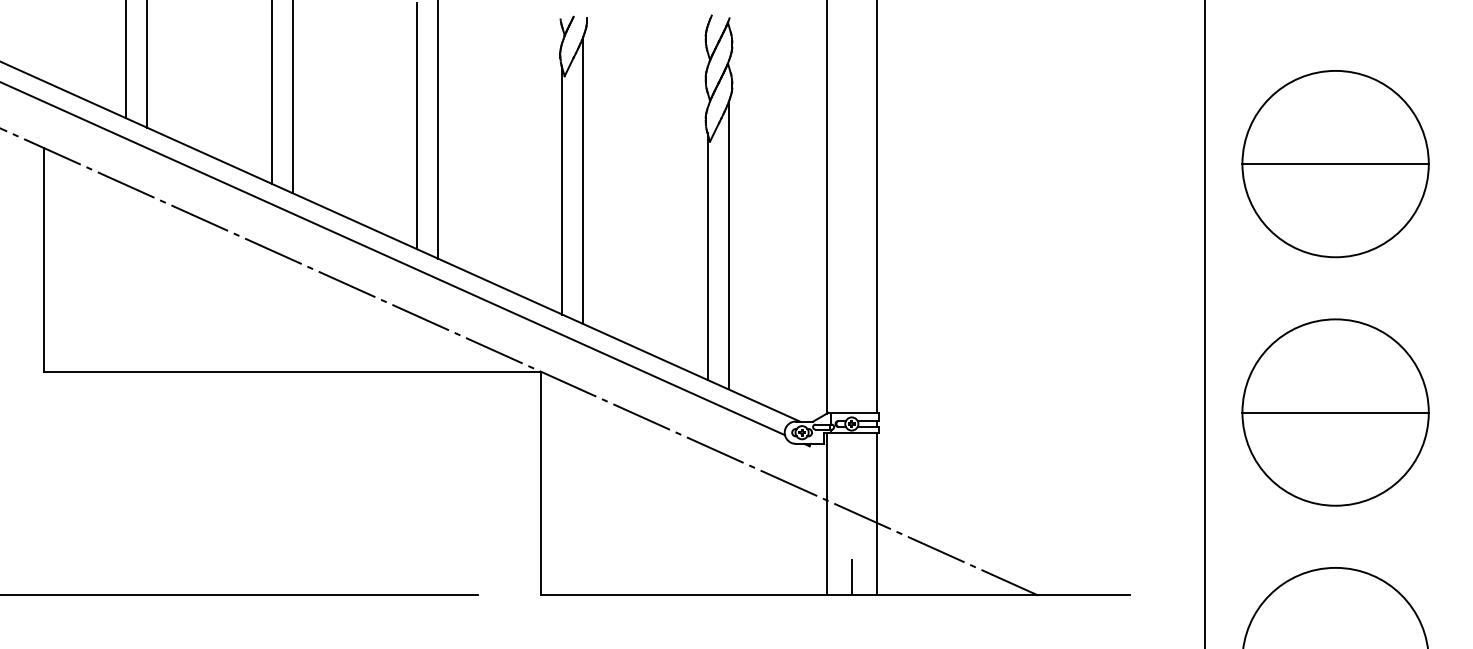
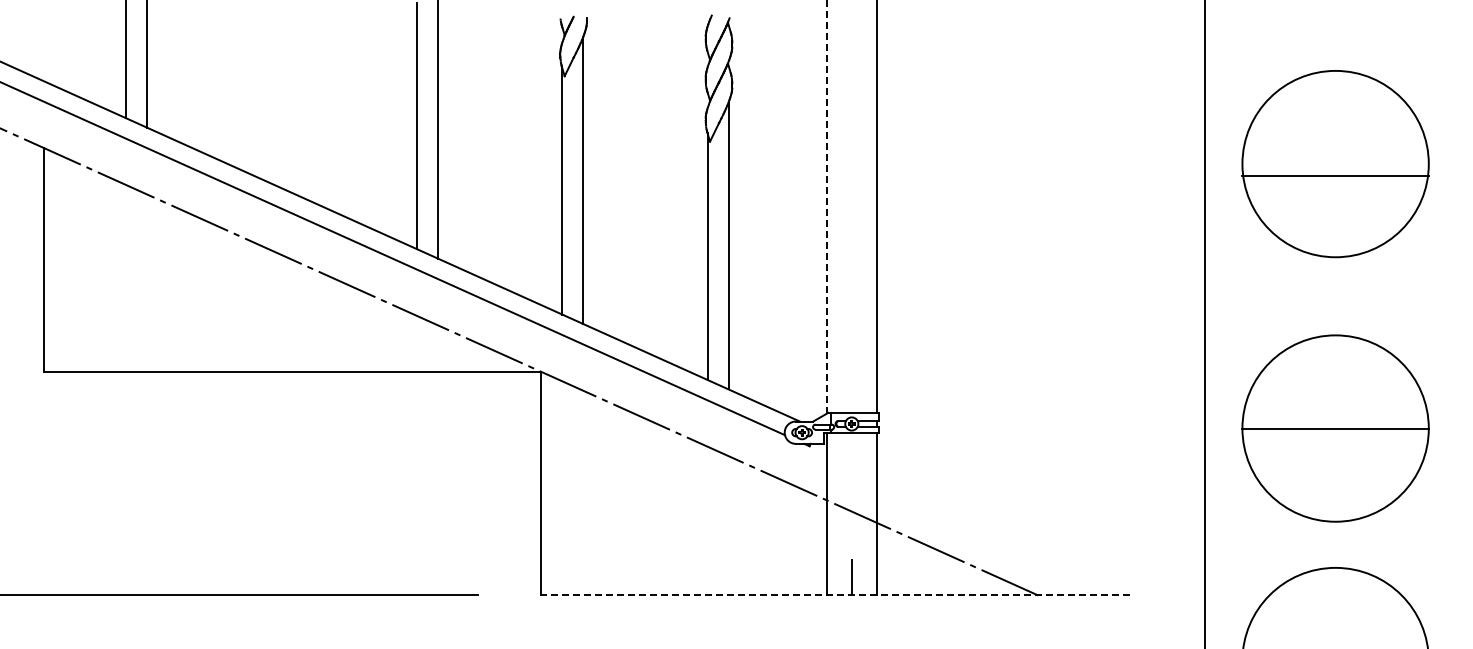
line at (271, 92): present -> none
line at (292, 97): present -> none
line at (1335, 164) position: (1335, 164) -> (1335, 176)
line at (826, 206): solid -> dashed
part at (1335, 412) position: (1335, 412) -> (1335, 428)
line at (835, 595): solid -> dashed
